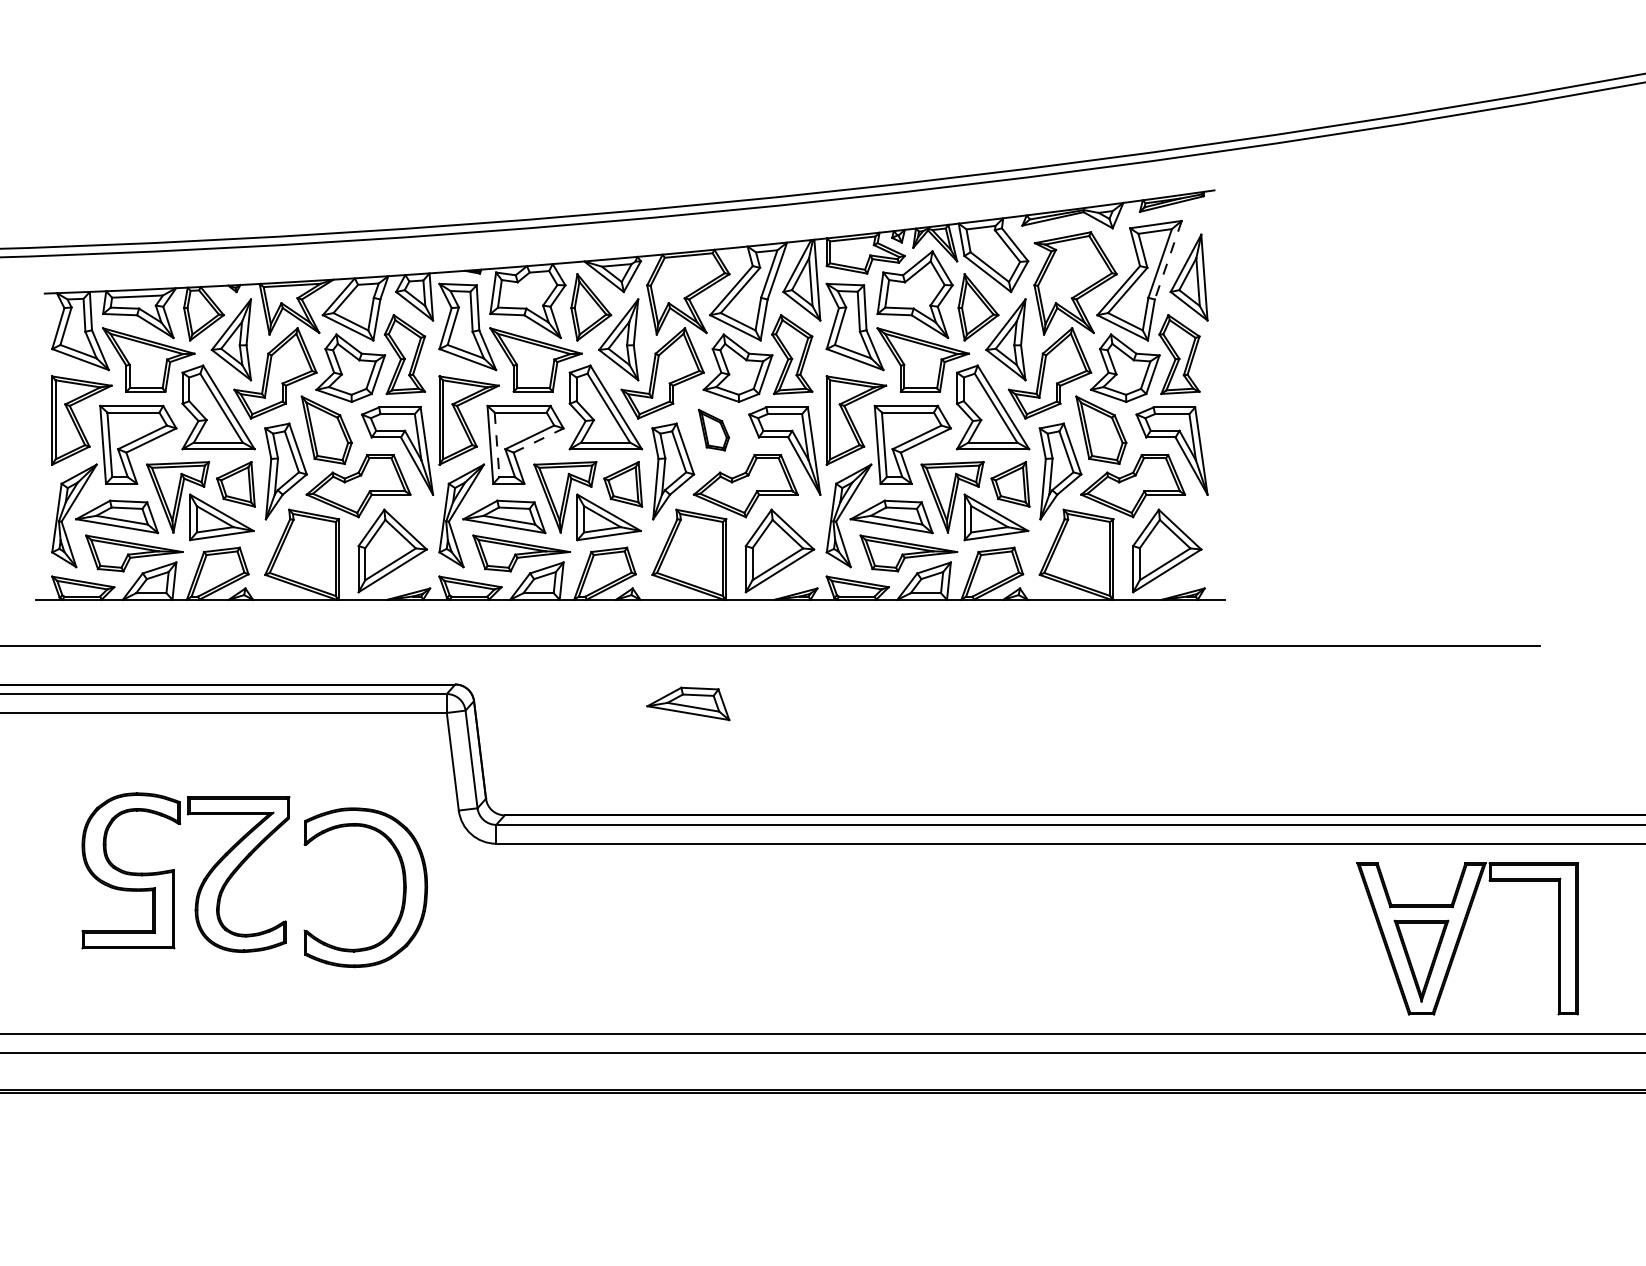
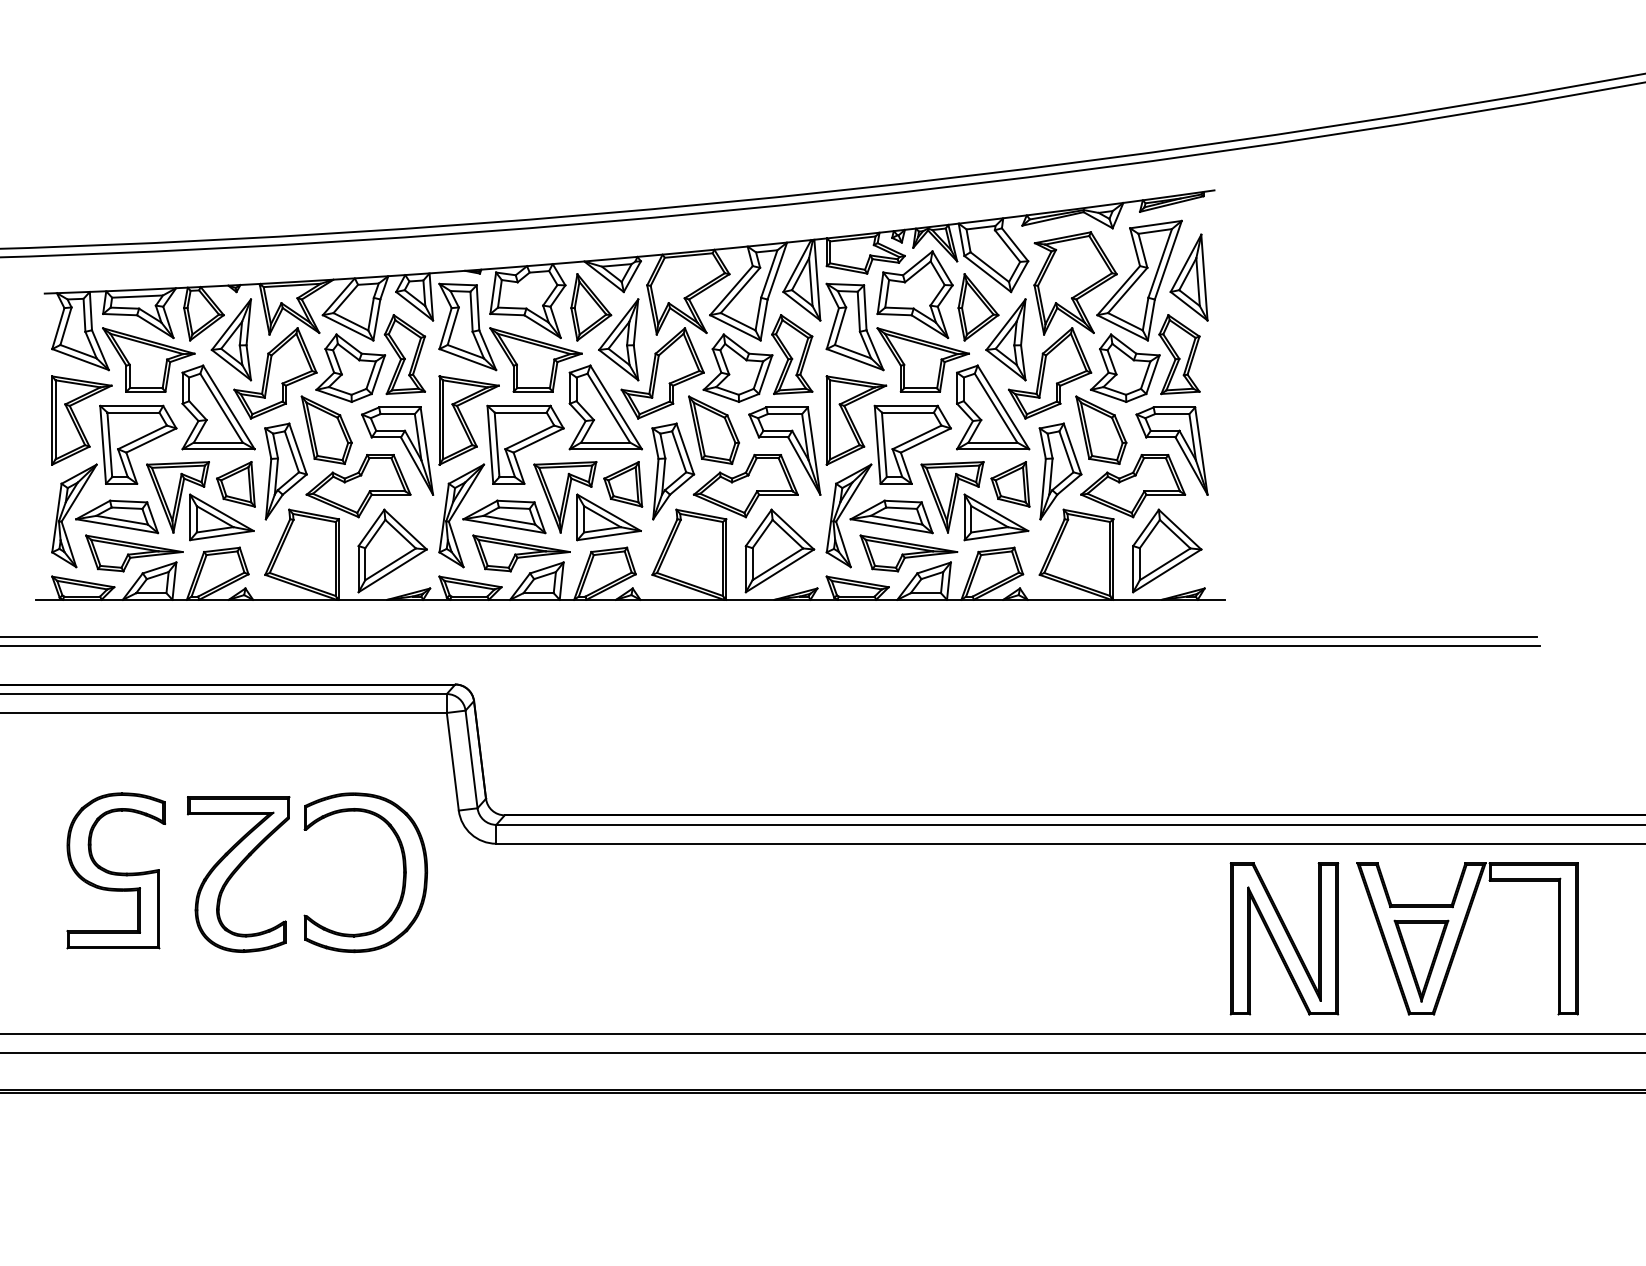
line at (1168, 260): dashed -> solid
part at (714, 429) size: 33x44 px -> 52x70 px
line at (538, 440): dashed -> solid
line at (497, 445): dashed -> solid
line at (769, 637): none -> present
part at (688, 703): present -> none
part at (131, 870) position: (131, 870) -> (116, 870)
part at (402, 894) position: (402, 894) -> (402, 879)
part at (1284, 938): none -> present
